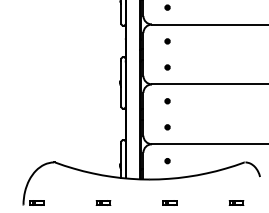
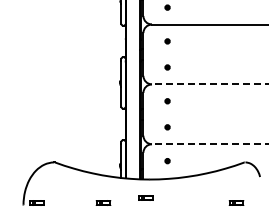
line at (209, 84): solid -> dashed
line at (209, 144): solid -> dashed
part at (169, 202) position: (169, 202) -> (145, 197)
